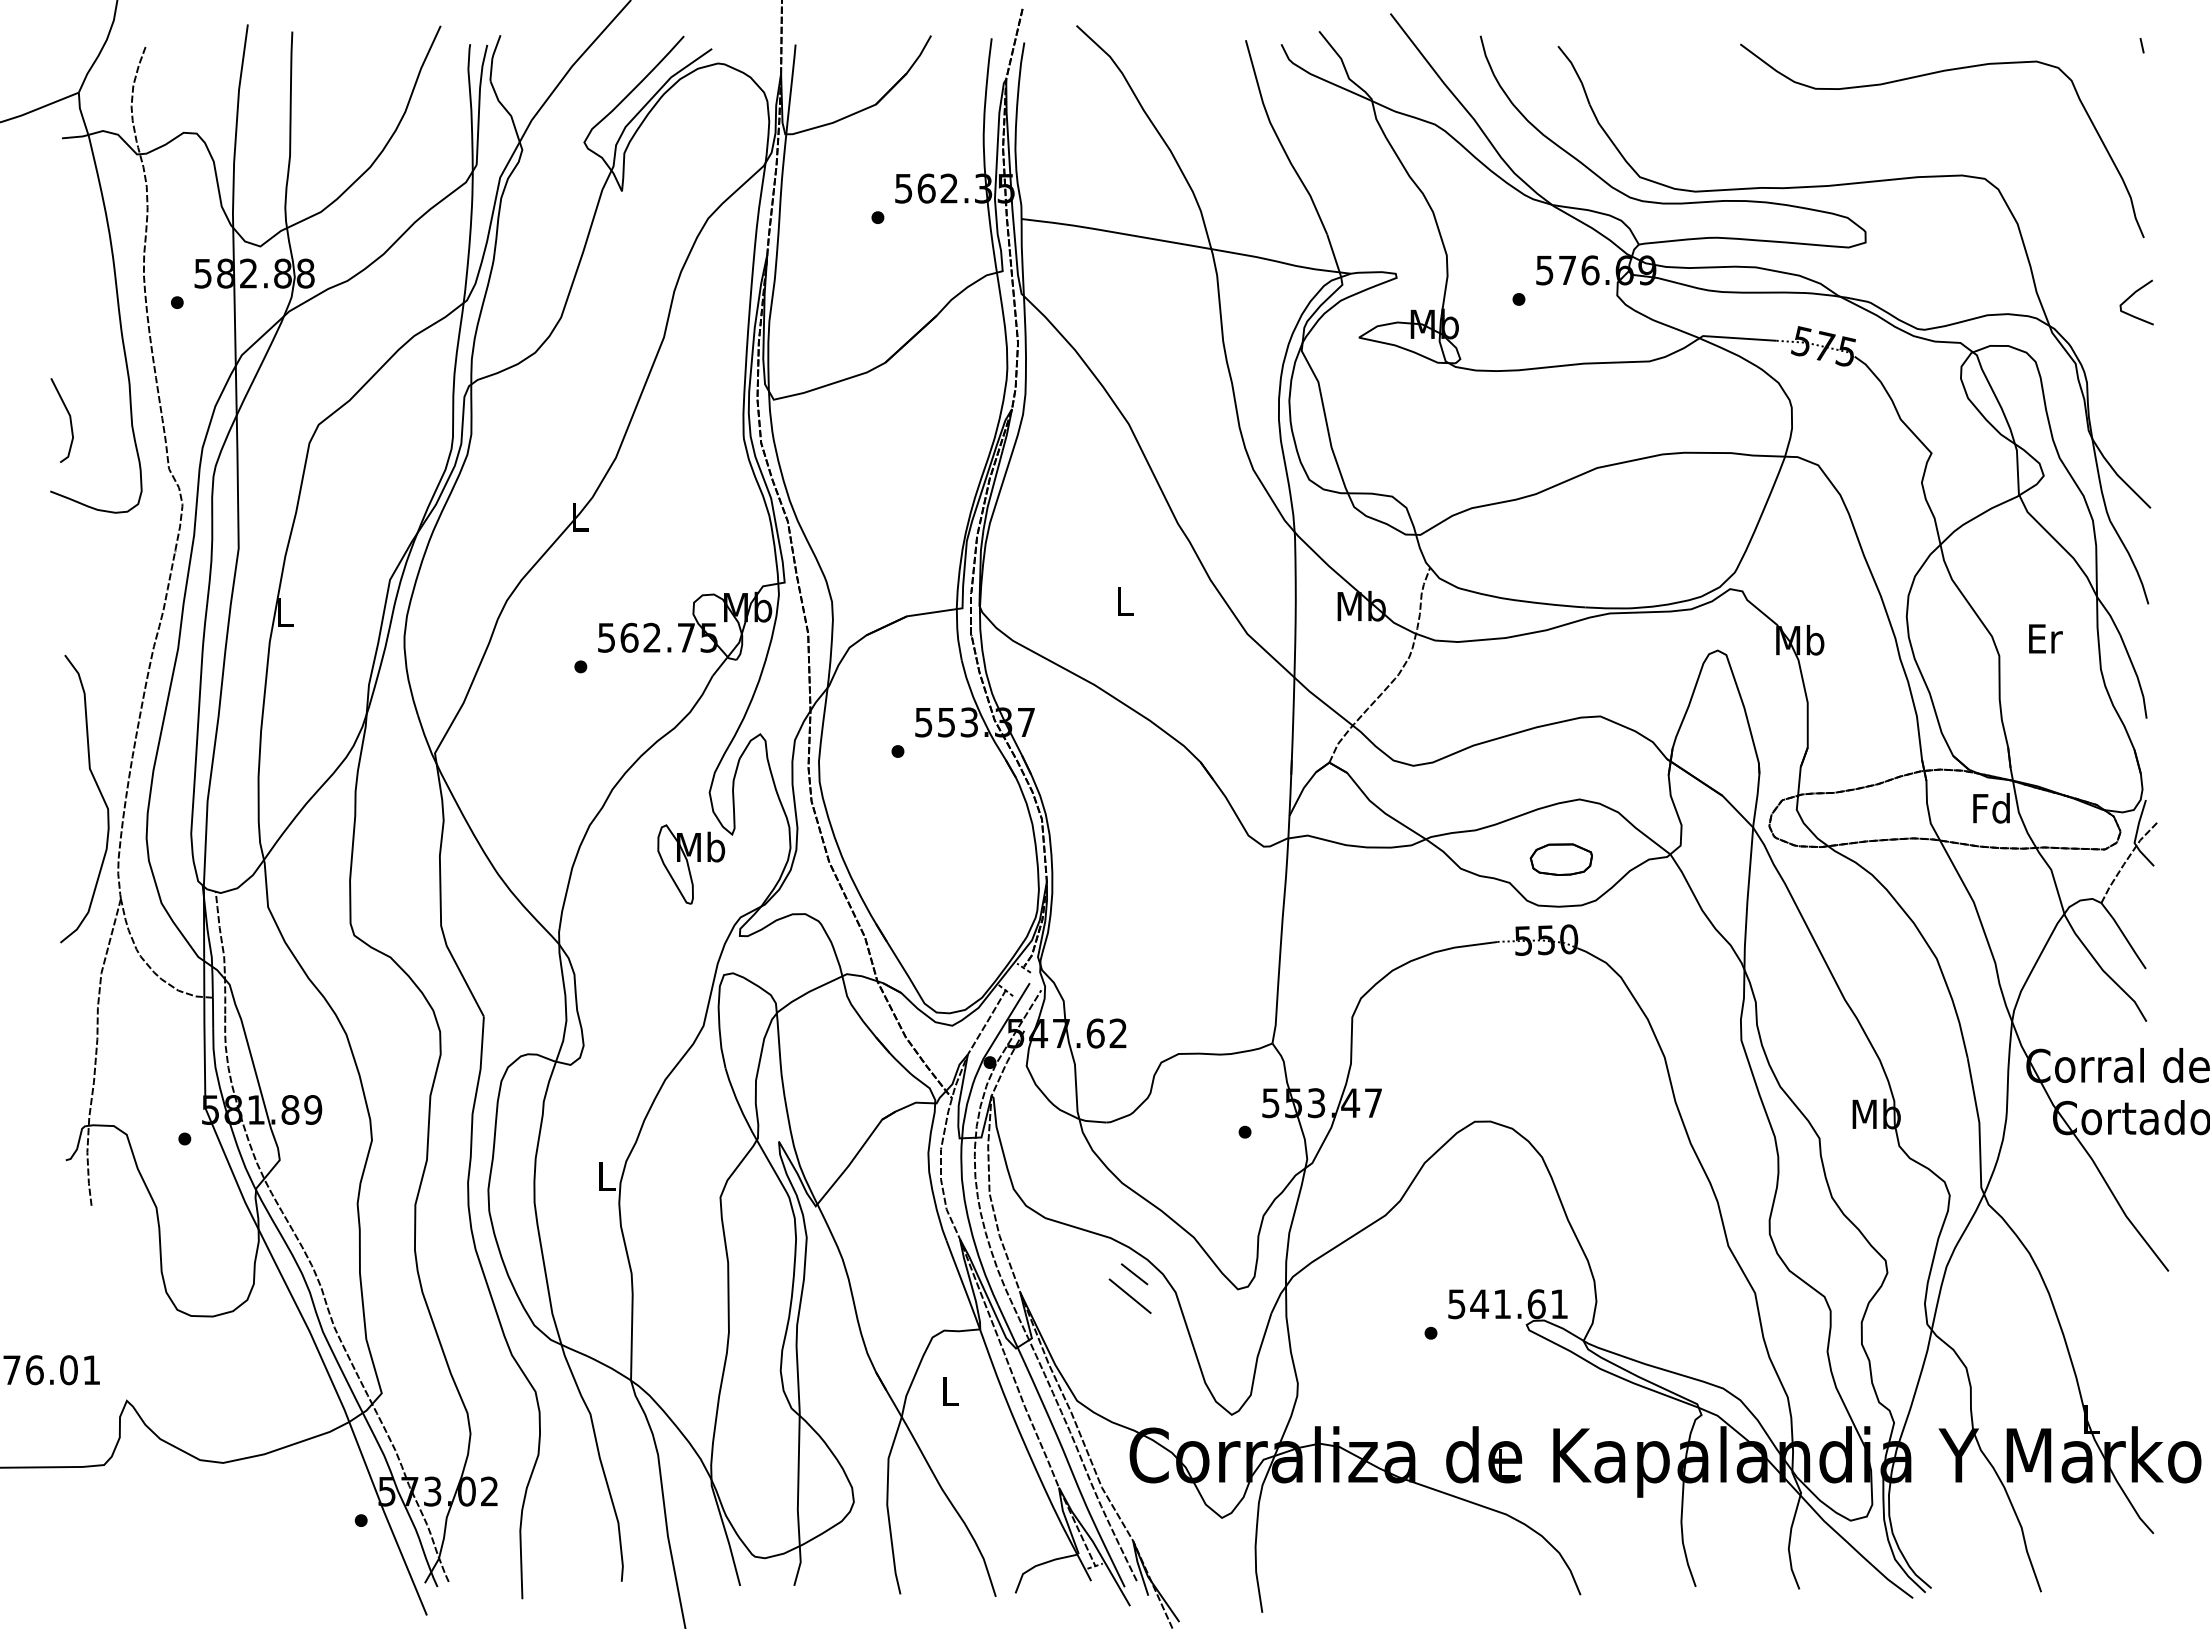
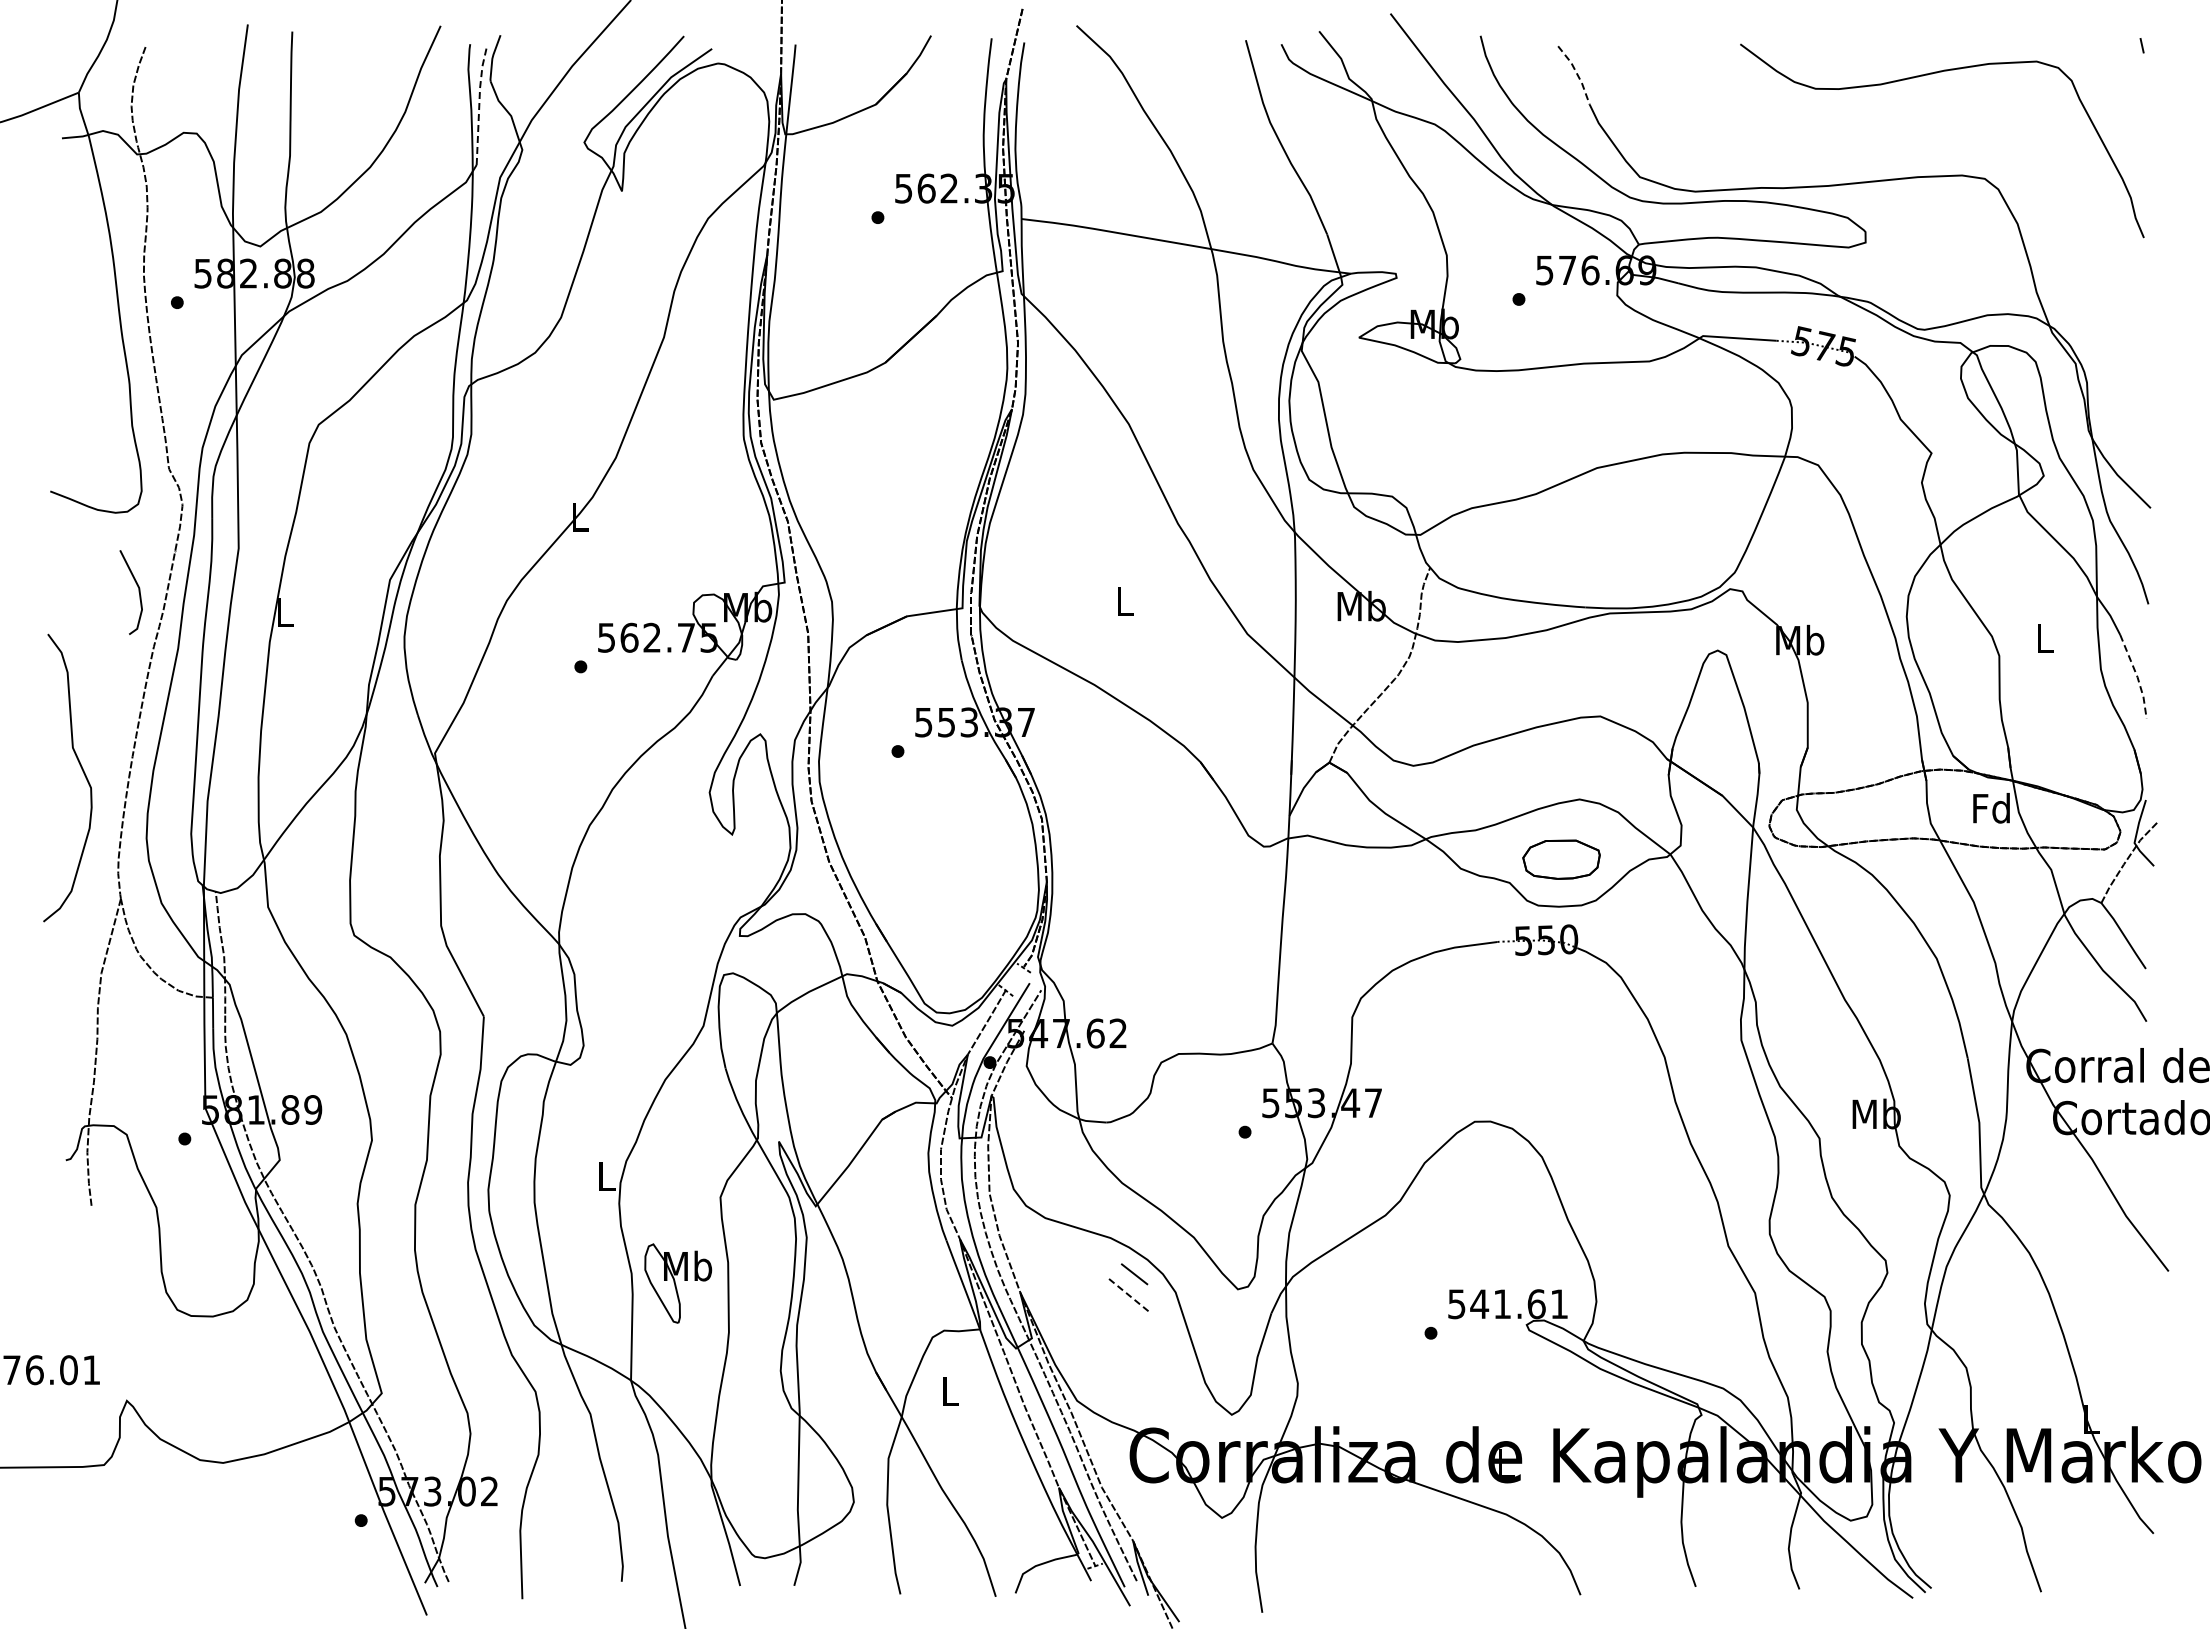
line at (1576, 73): solid -> dashed
line at (479, 103): solid -> dashed
curve at (2132, 296): present -> none
line at (69, 420) position: (69, 420) -> (138, 592)
text at (2045, 638): Er -> L
line at (2137, 677): solid -> dashed
curve at (98, 790) position: (98, 790) -> (81, 769)
part at (1560, 859) size: 64x33 px -> 79x41 px
part at (691, 864) position: (691, 864) -> (678, 1283)
line at (1130, 1296): solid -> dashed
